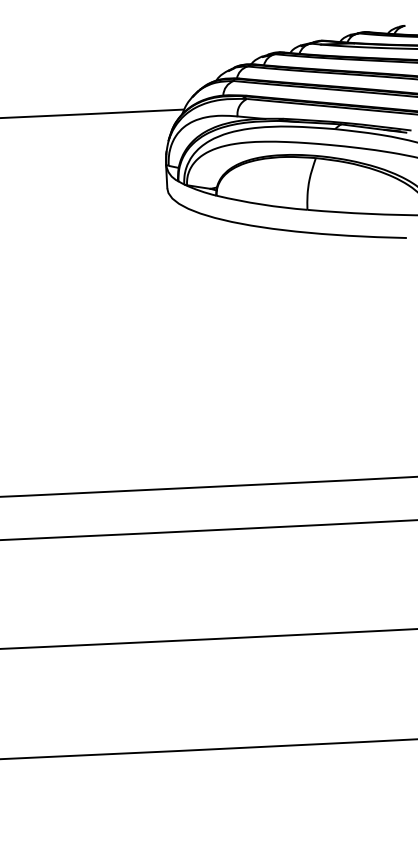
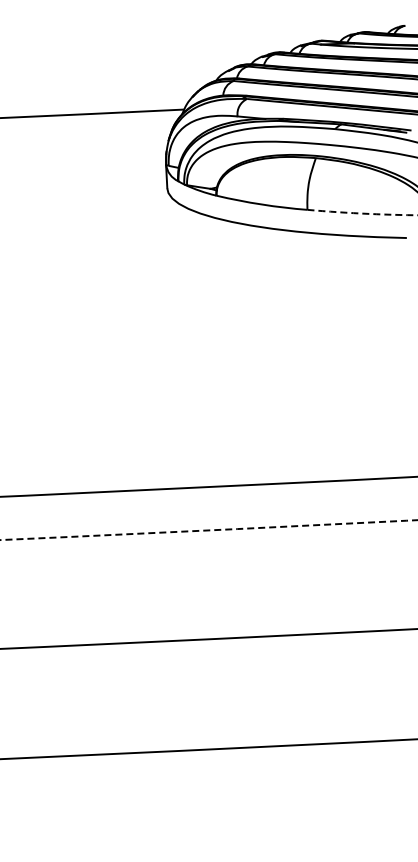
arc at (363, 213): solid -> dashed
arc at (209, 530): solid -> dashed
